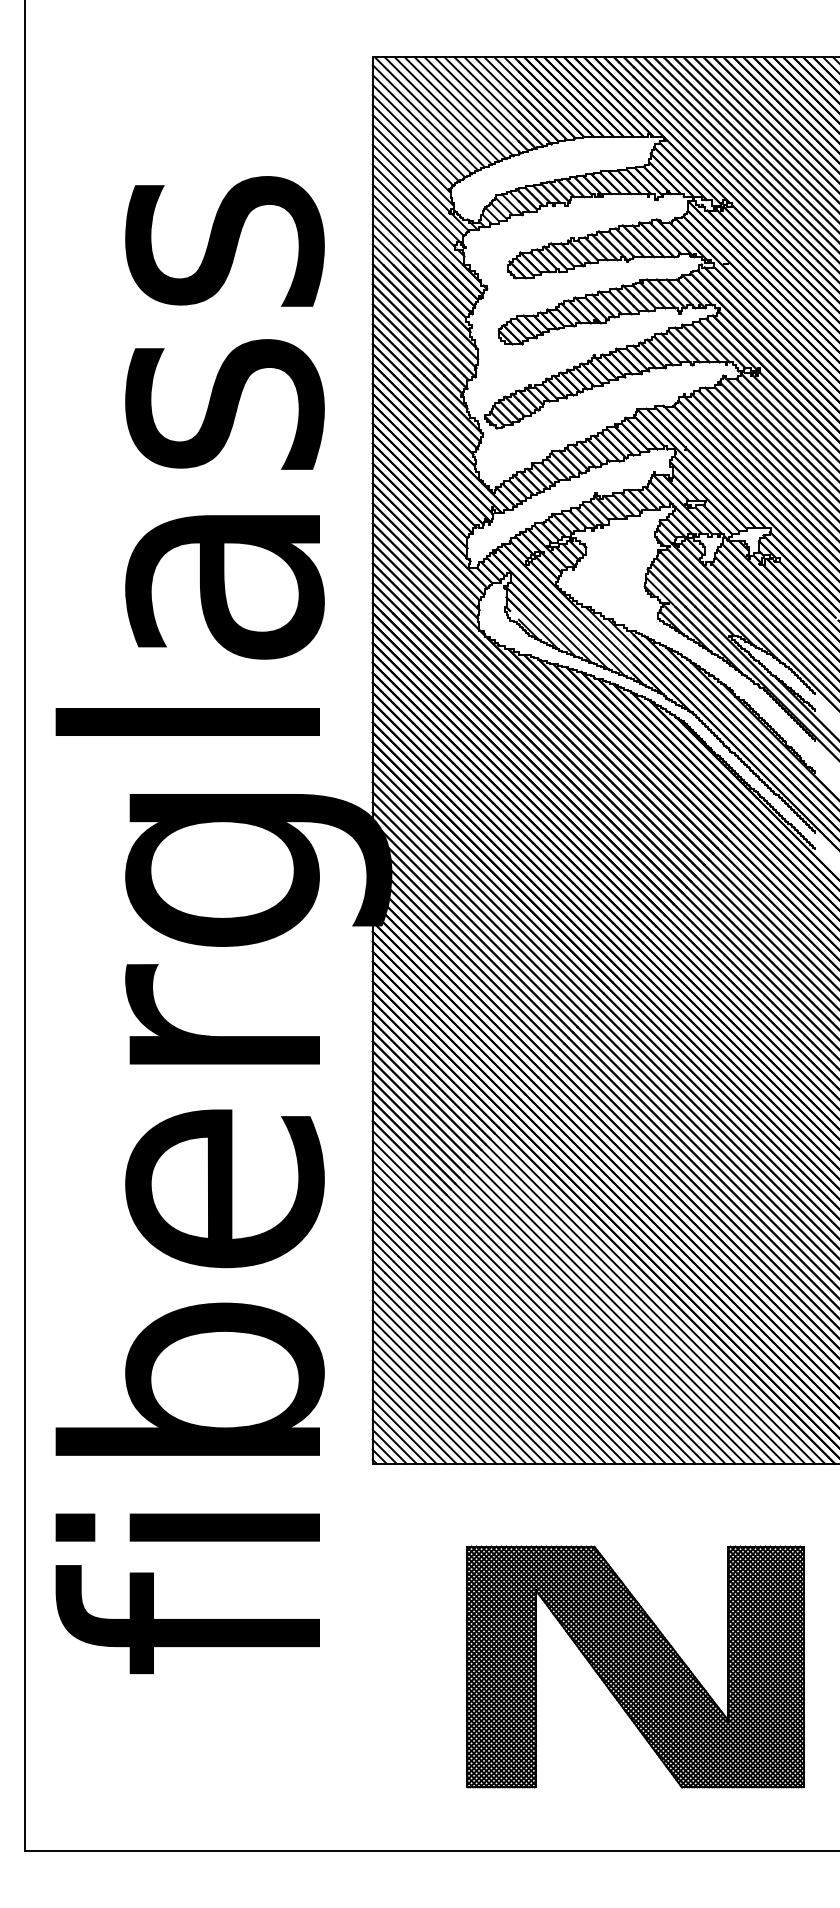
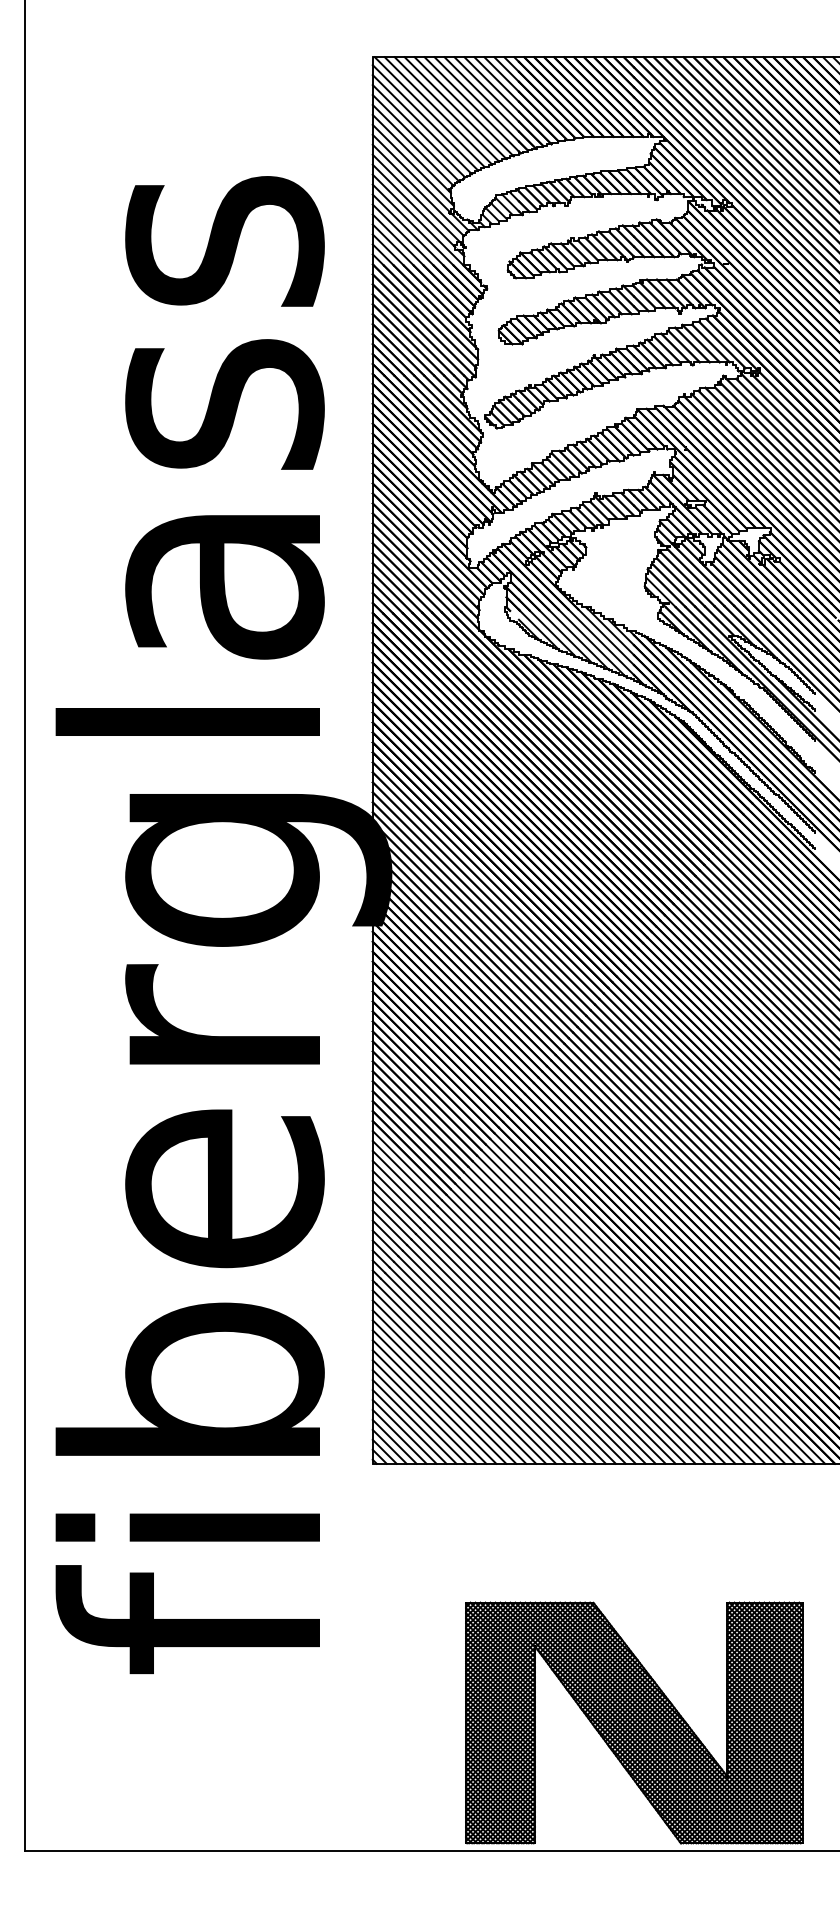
part at (635, 1666) position: (635, 1666) -> (634, 1722)
